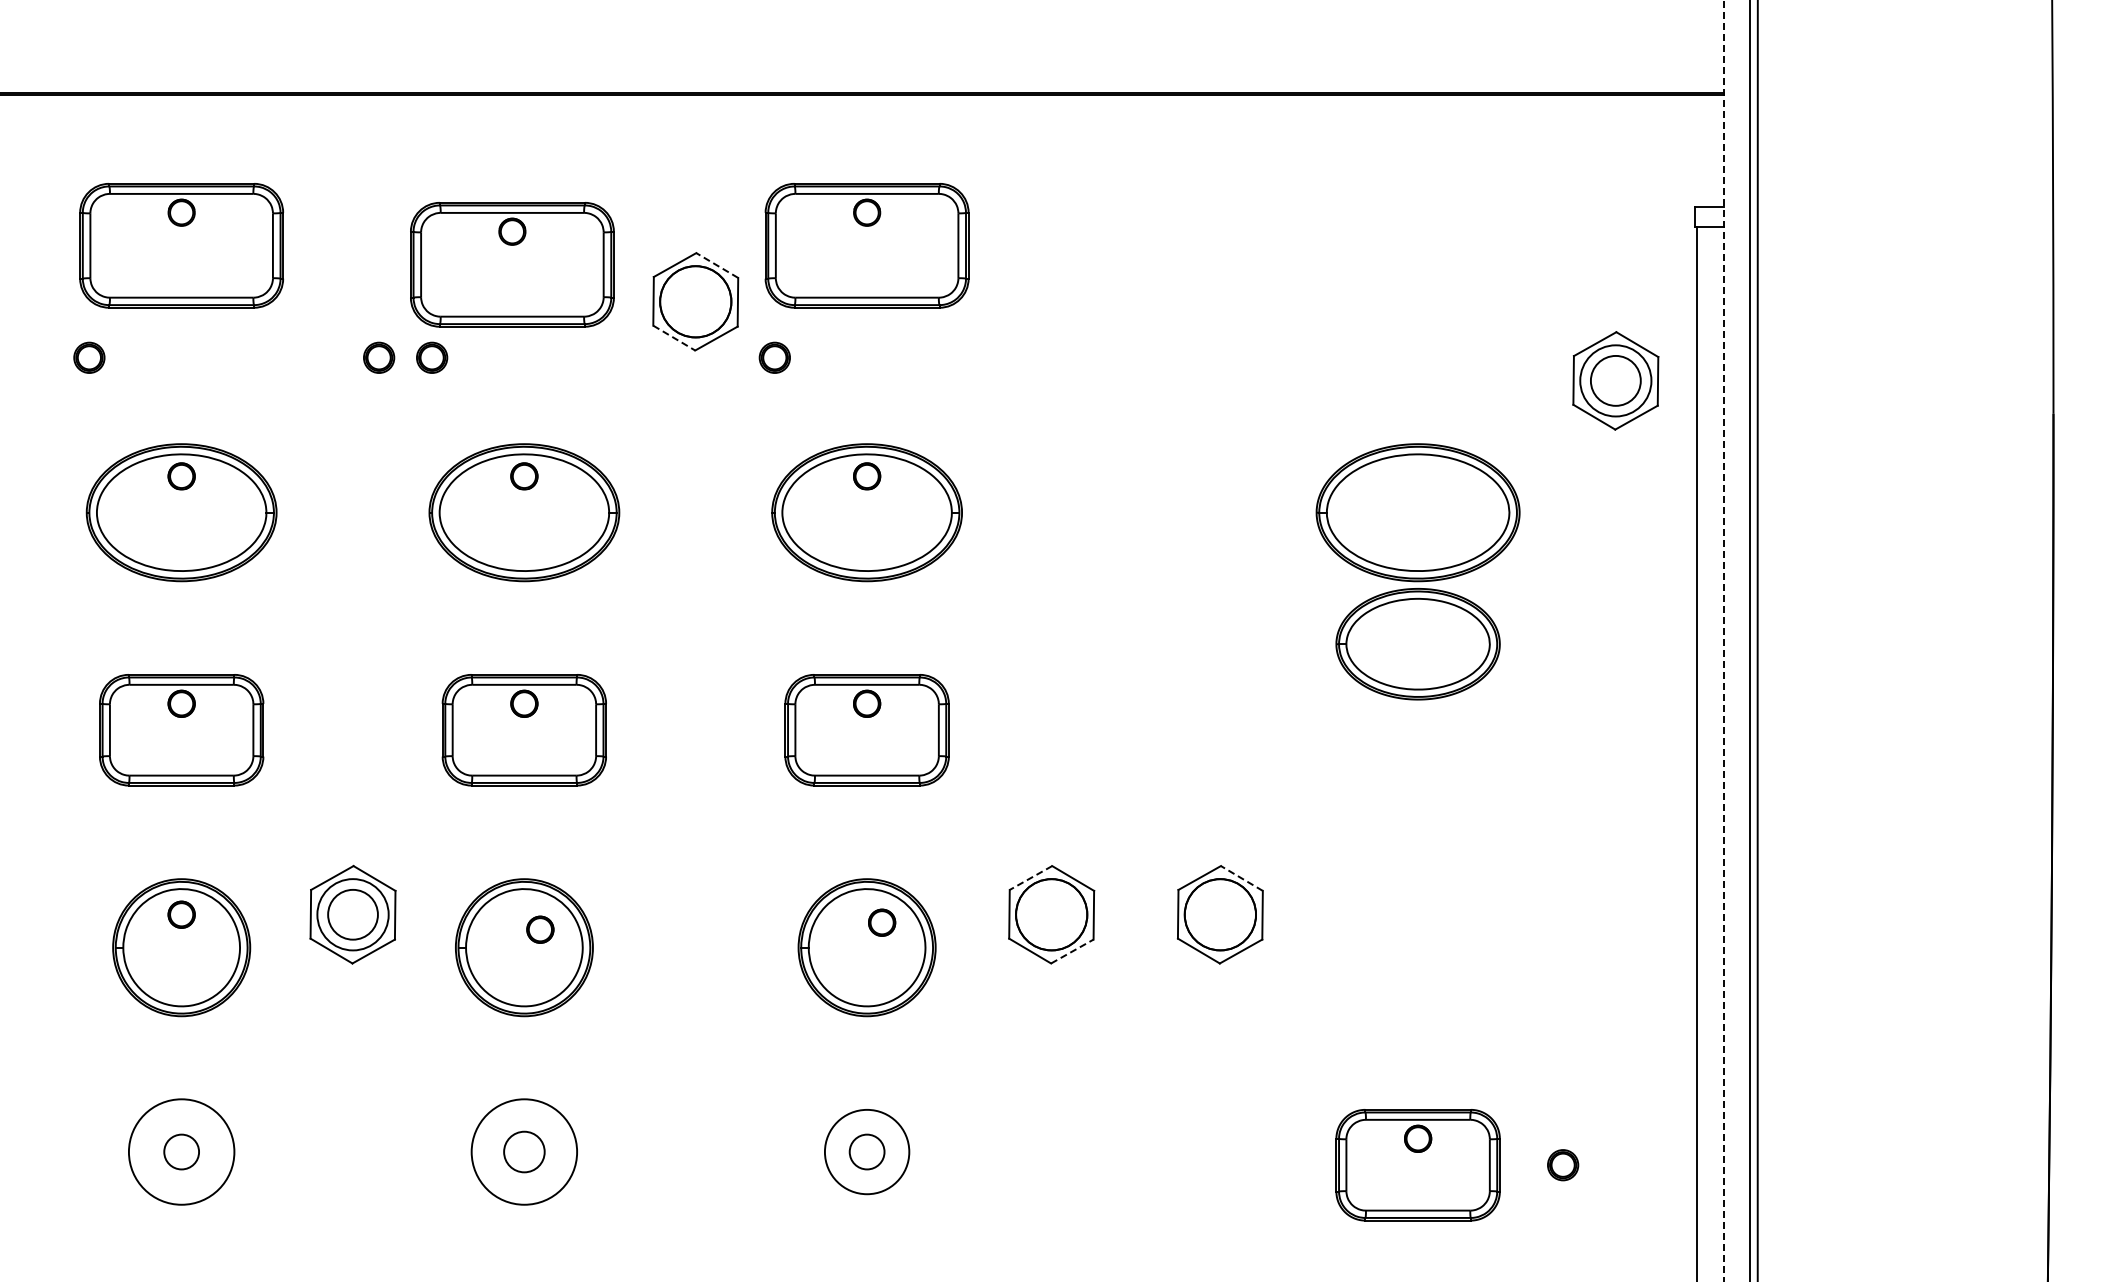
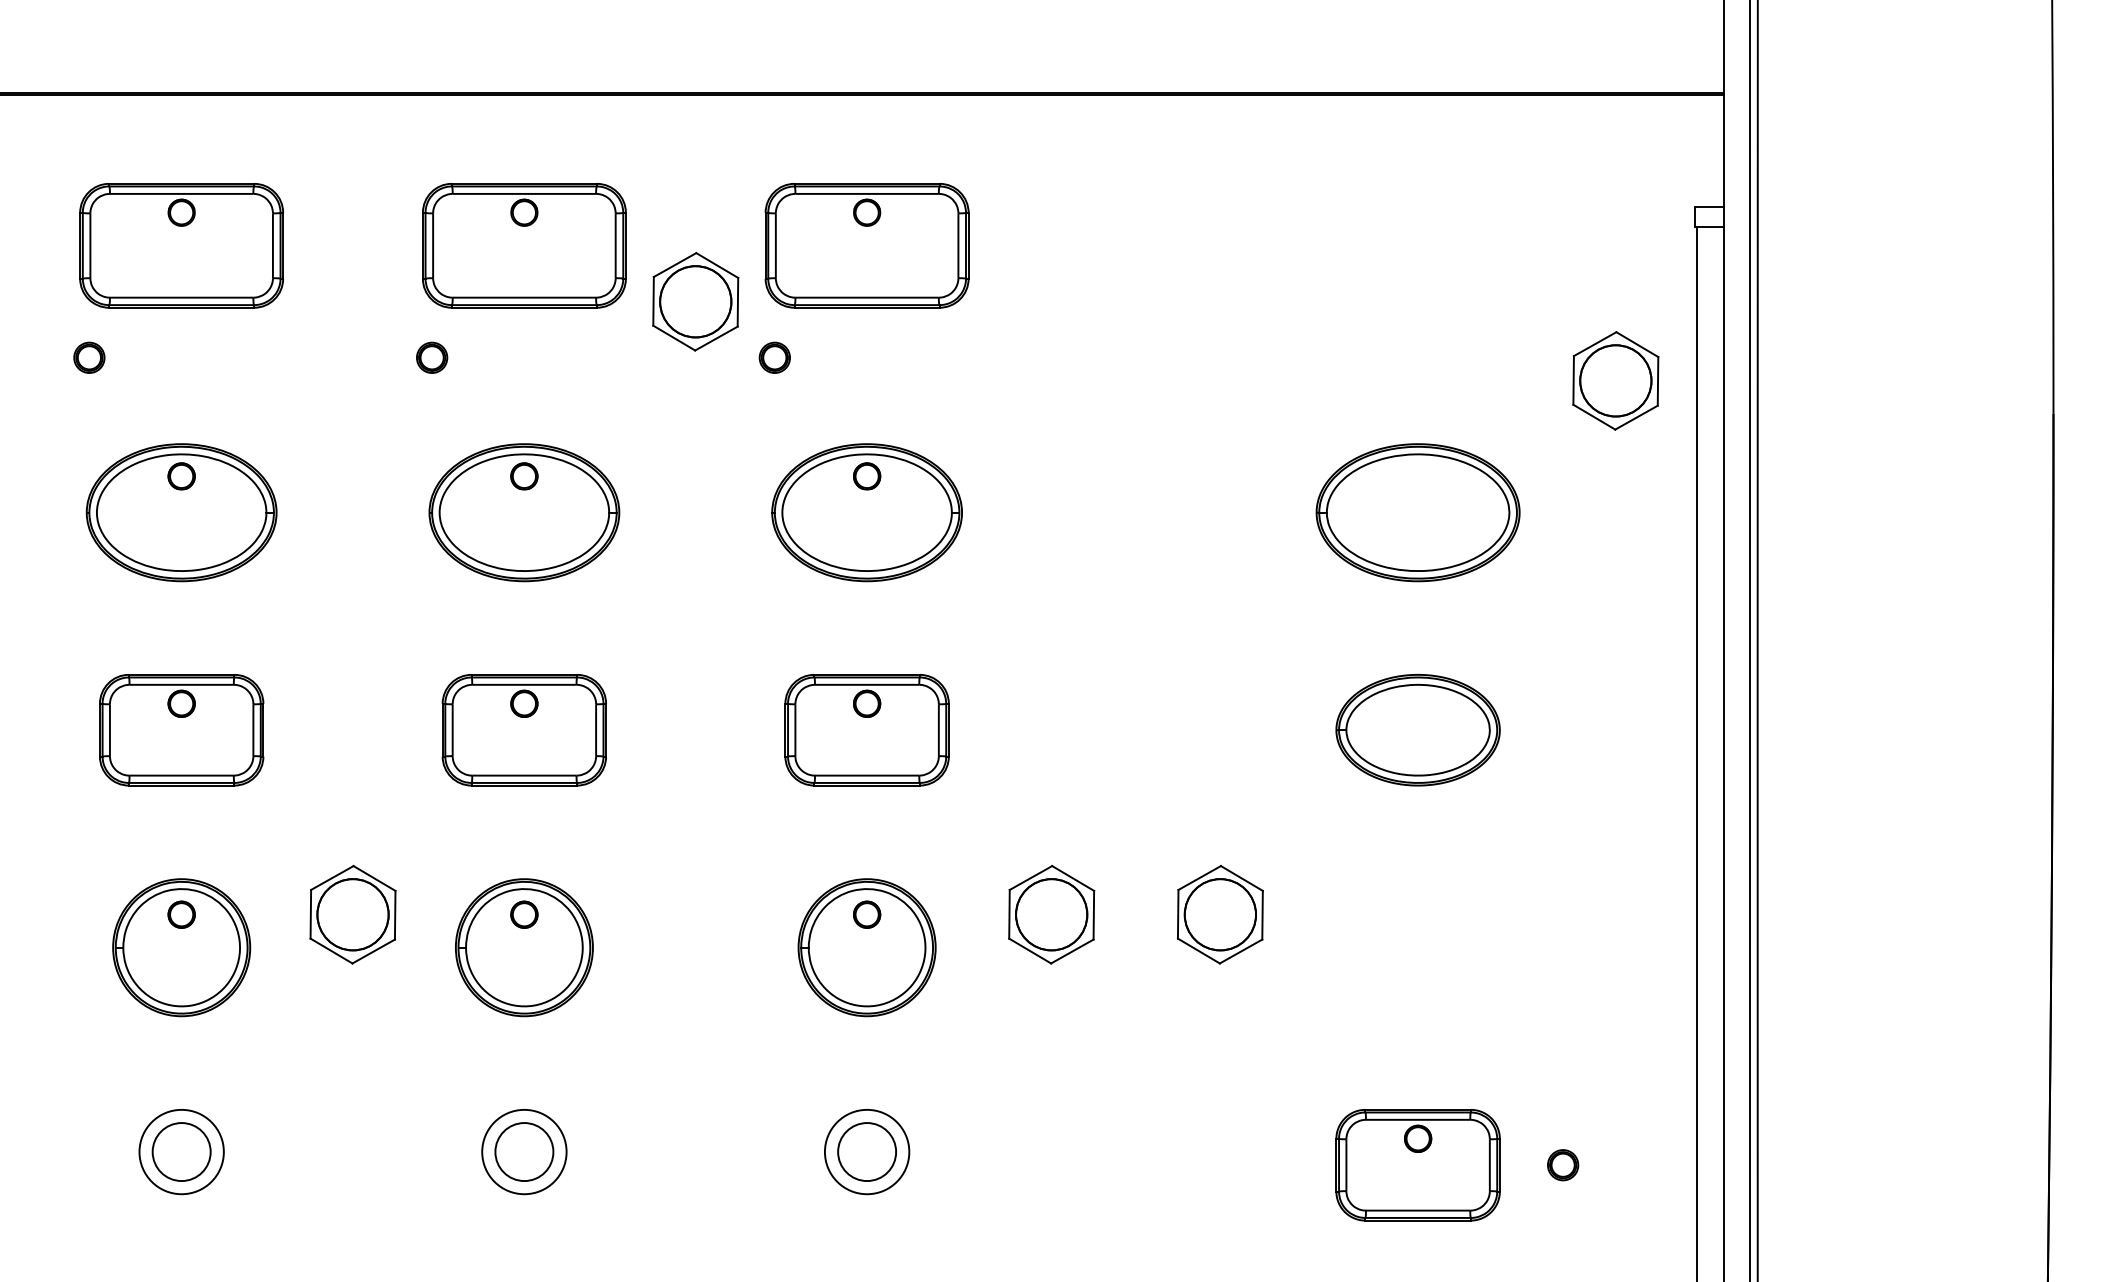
part at (512, 264) position: (512, 264) -> (524, 245)
line at (716, 265): dashed -> solid
line at (674, 338): dashed -> solid
part at (379, 357): present -> none
circle at (1615, 380) diameter: 50 px -> 71 px
line at (1723, 640): dashed -> solid
part at (1417, 644) position: (1417, 644) -> (1417, 730)
line at (1030, 878): dashed -> solid
line at (1241, 878): dashed -> solid
circle at (352, 914) diameter: 50 px -> 71 px
part at (882, 922) position: (882, 922) -> (867, 914)
part at (540, 929) position: (540, 929) -> (524, 914)
line at (1072, 951): dashed -> solid
circle at (181, 1151) diameter: 105 px -> 84 px
circle at (181, 1151) diameter: 35 px -> 58 px
circle at (524, 1151) diameter: 105 px -> 84 px
circle at (524, 1151) diameter: 41 px -> 58 px
circle at (866, 1151) diameter: 35 px -> 58 px
